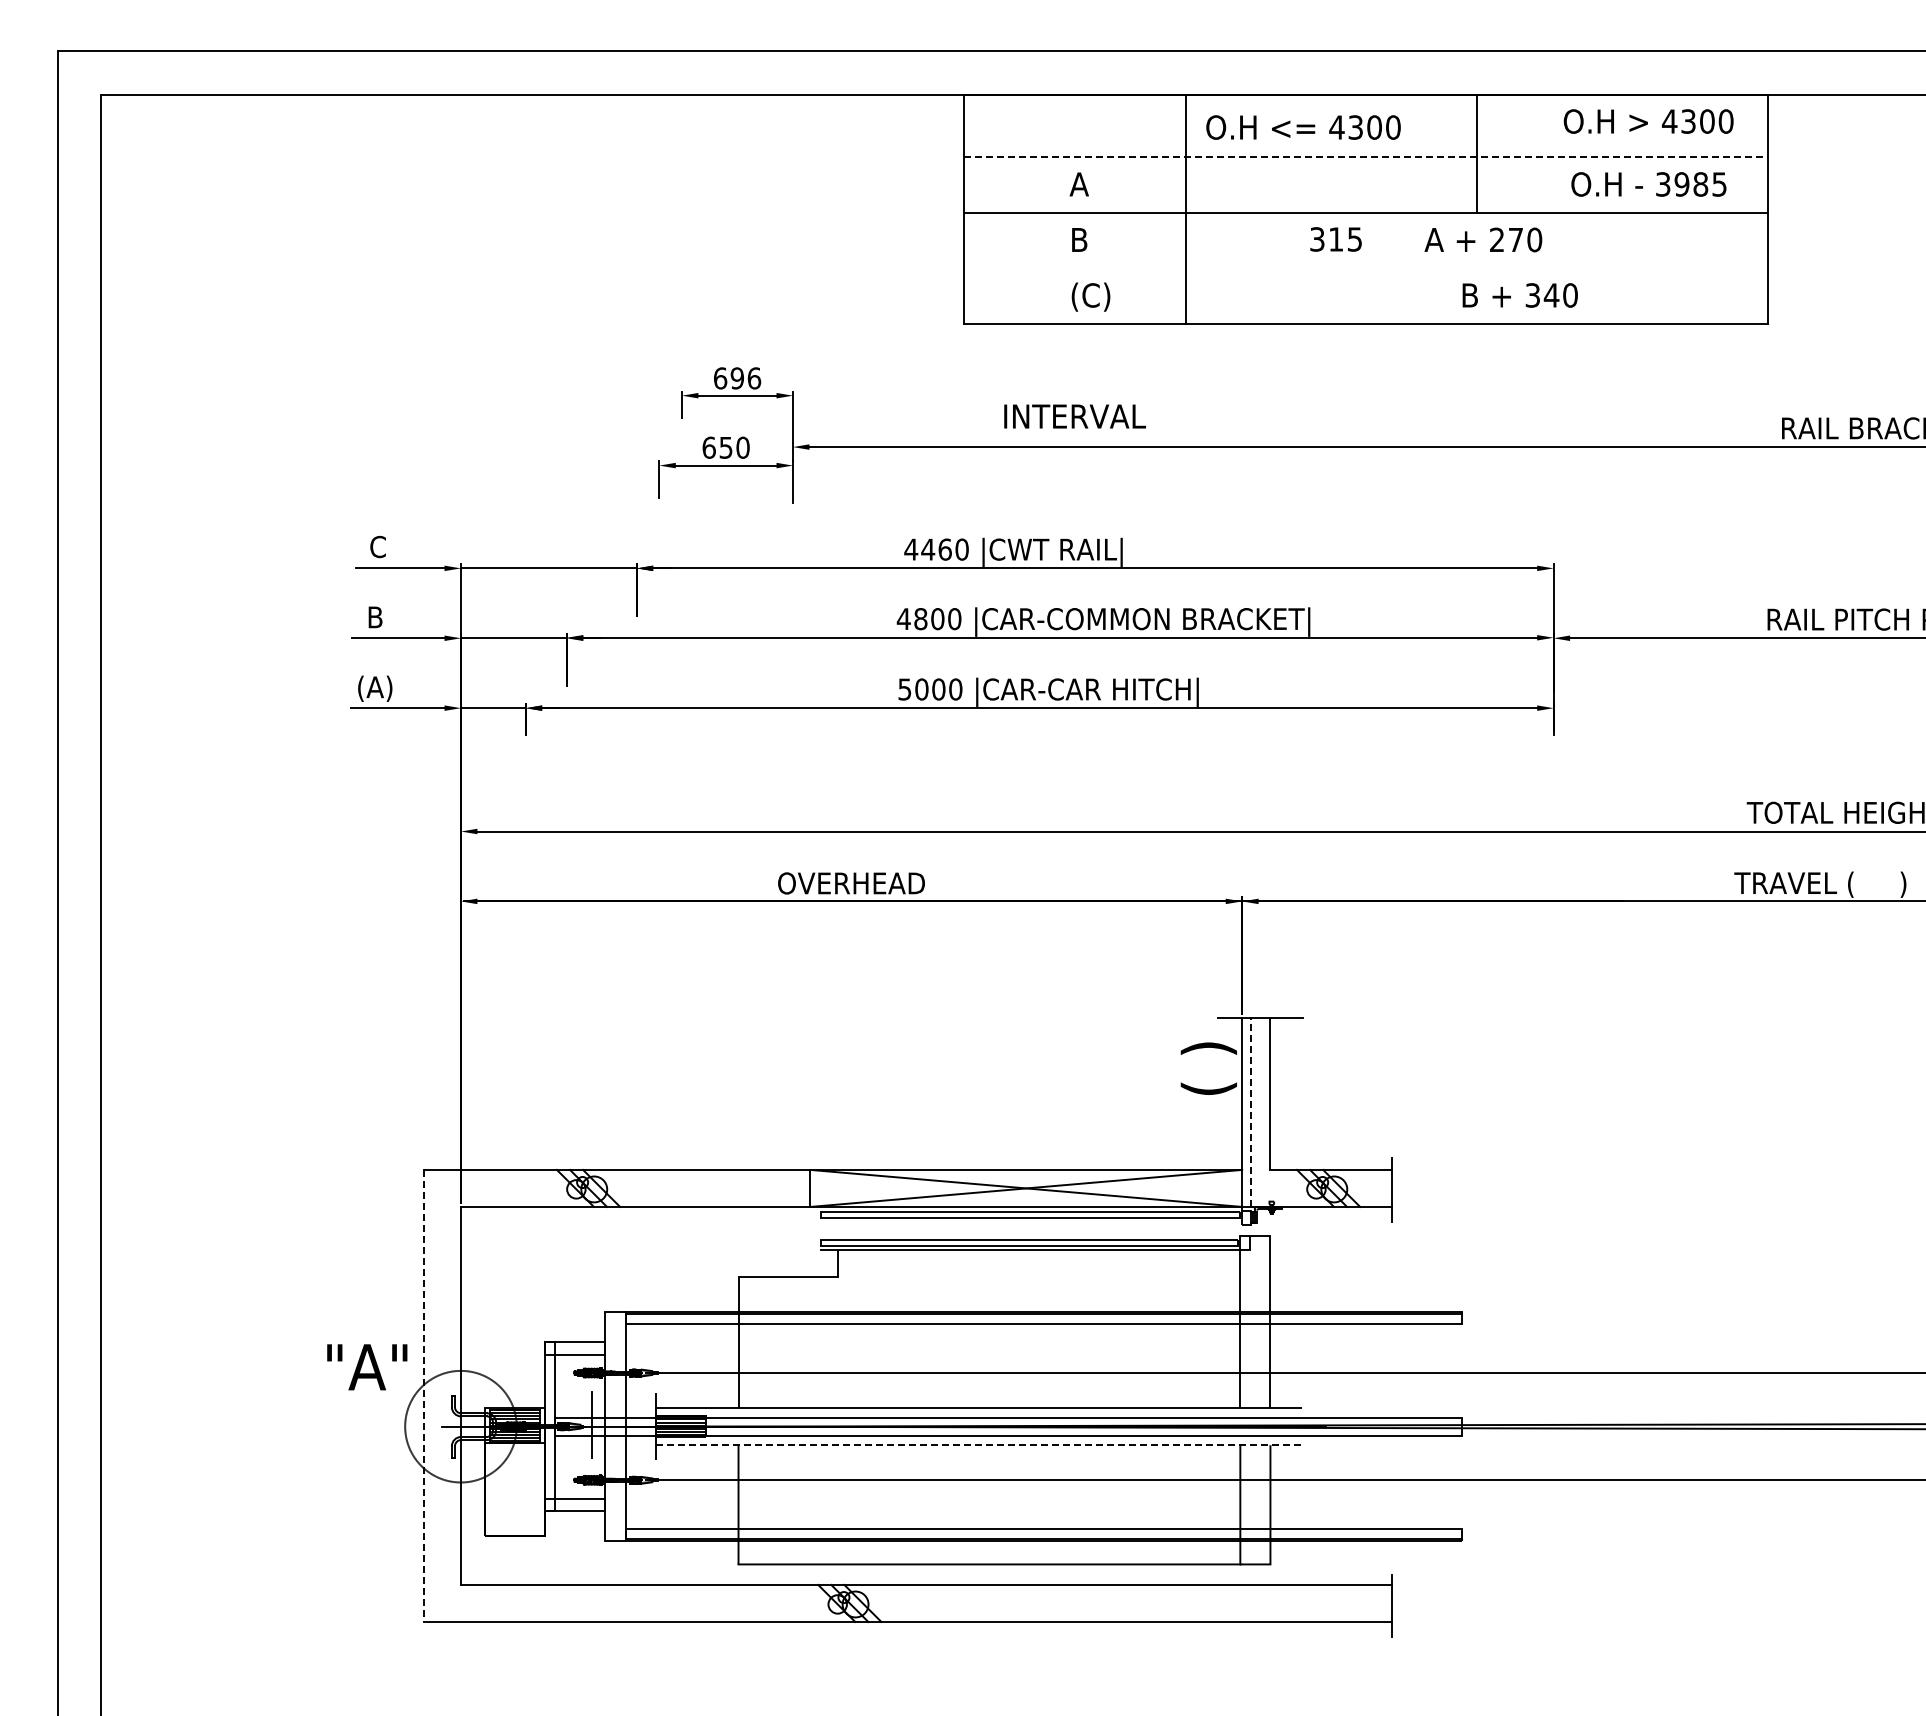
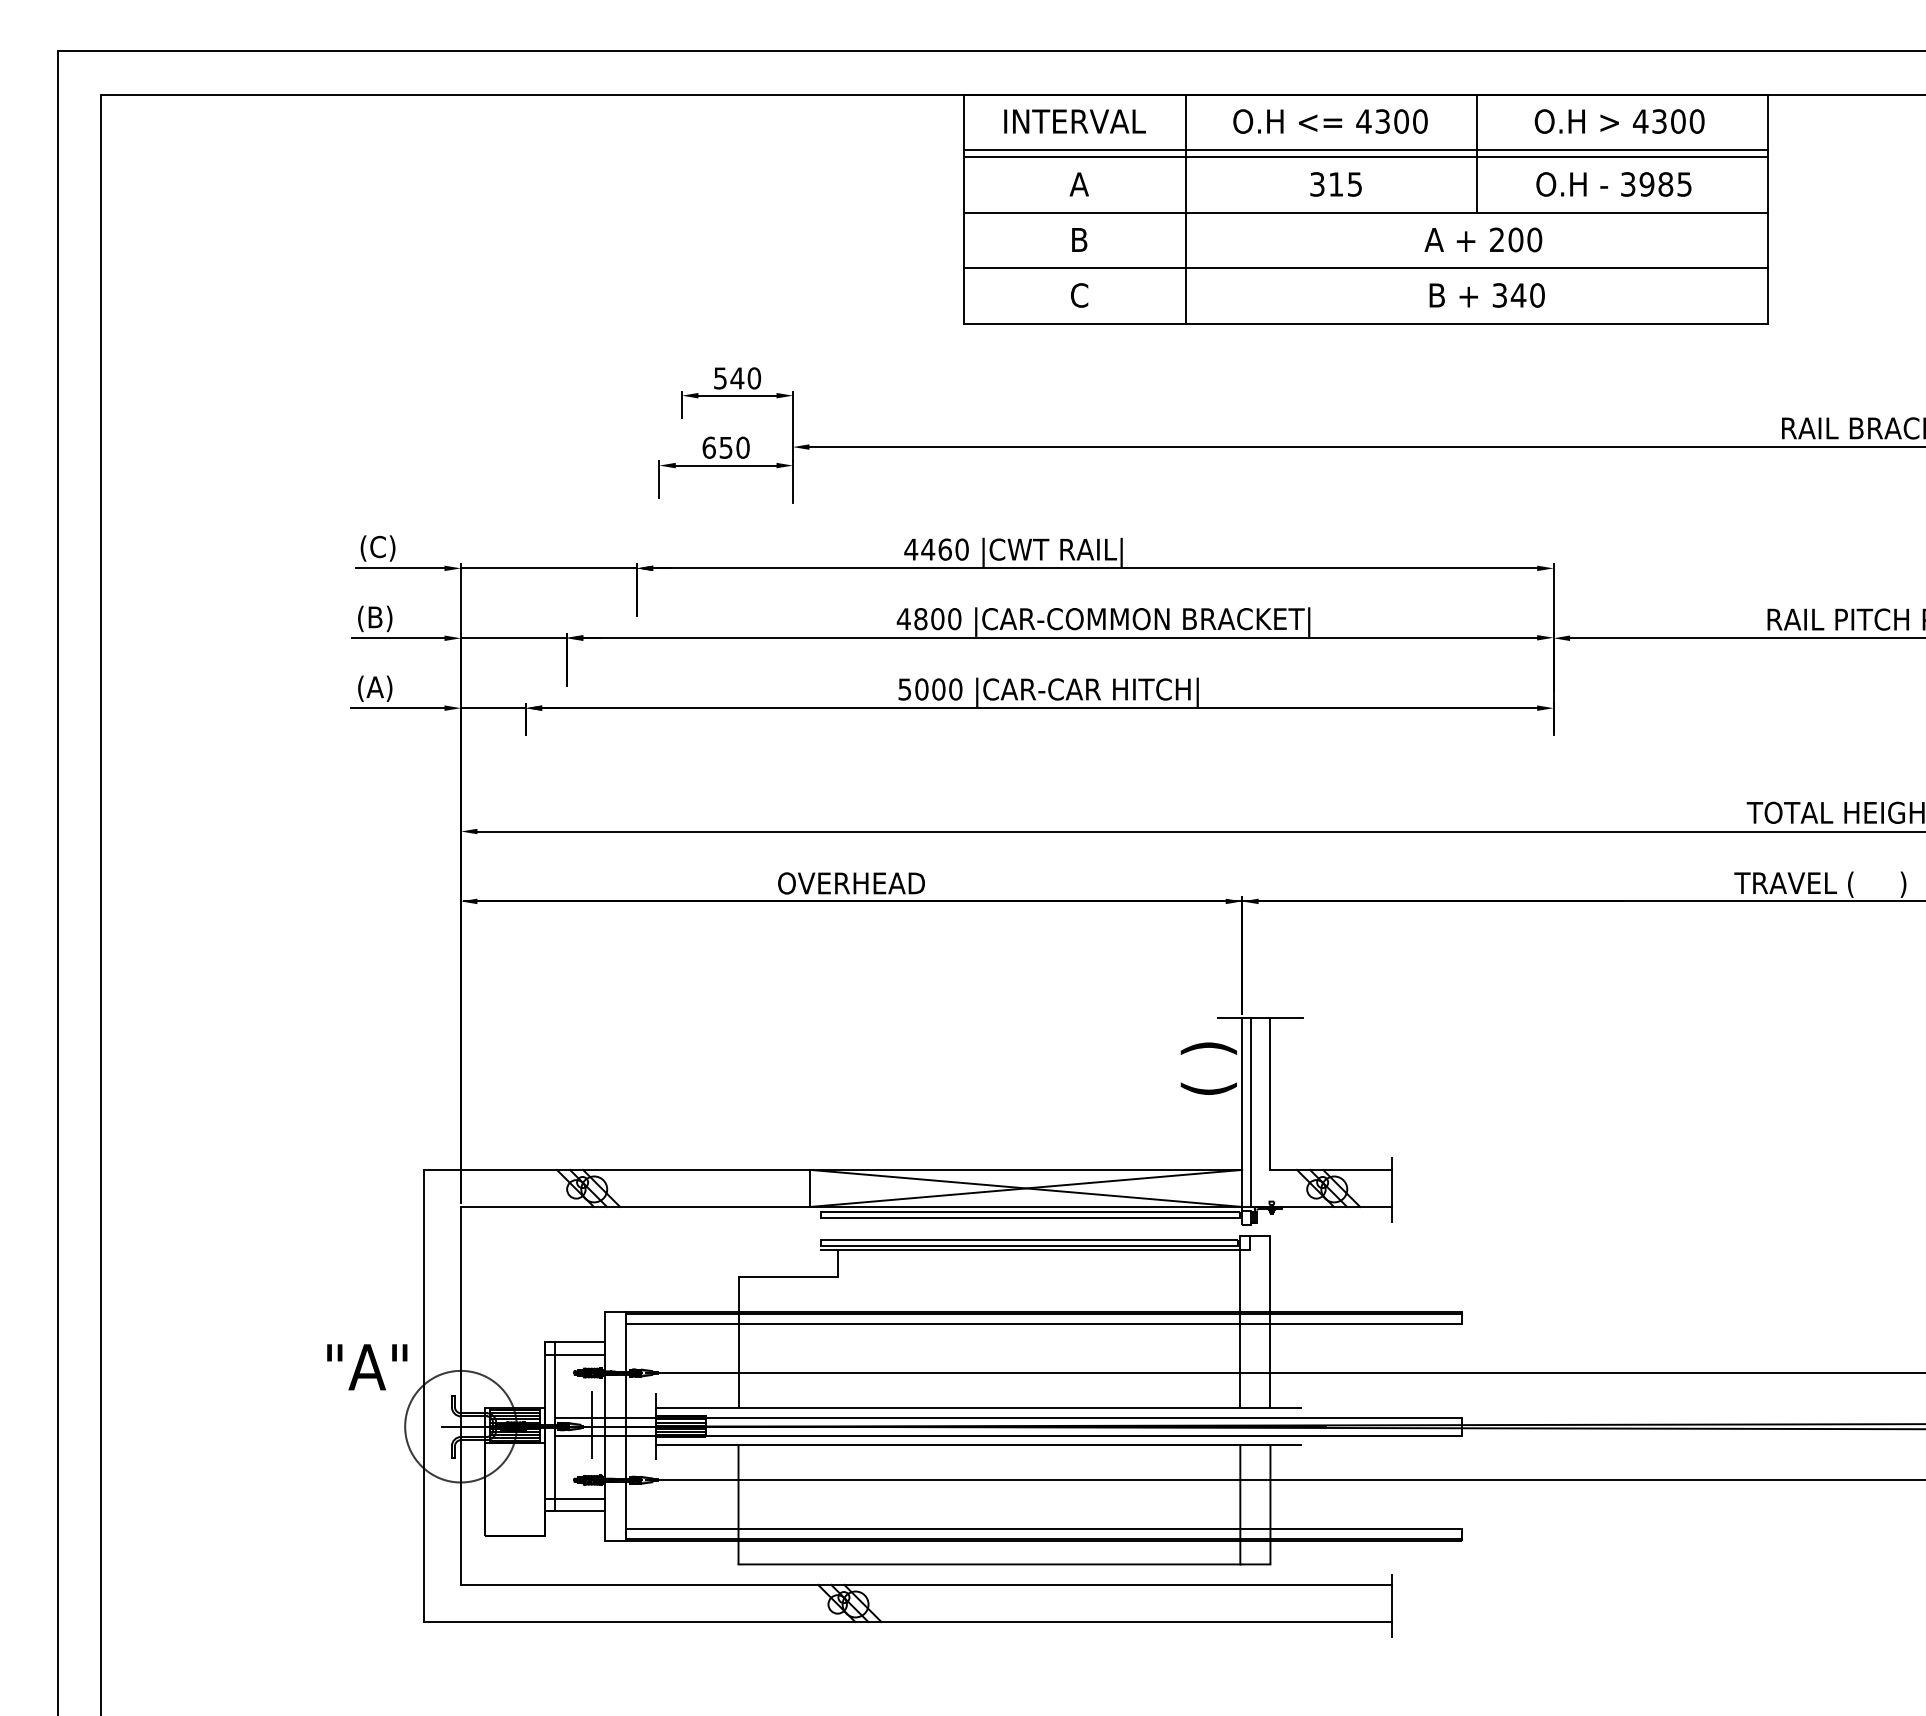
text at (1648, 121) position: (1648, 121) -> (1619, 121)
text at (1303, 127) position: (1303, 127) -> (1330, 121)
line at (1366, 150): none -> present
line at (1366, 157): dashed -> solid
text at (1648, 184) position: (1648, 184) -> (1613, 184)
text at (1335, 239) position: (1335, 239) -> (1335, 184)
text at (1515, 239): 270 -> 200
line at (1366, 268): none -> present
text at (1519, 295) position: (1519, 295) -> (1486, 295)
text at (1090, 296): (C) -> C
text at (737, 378): 696 -> 540
text at (1074, 416) position: (1074, 416) -> (1074, 121)
text at (377, 548): C -> (C)
text at (375, 618): B -> (B)
line at (1251, 1112): dashed -> solid
line at (423, 1396): dashed -> solid
line at (978, 1445): dashed -> solid
